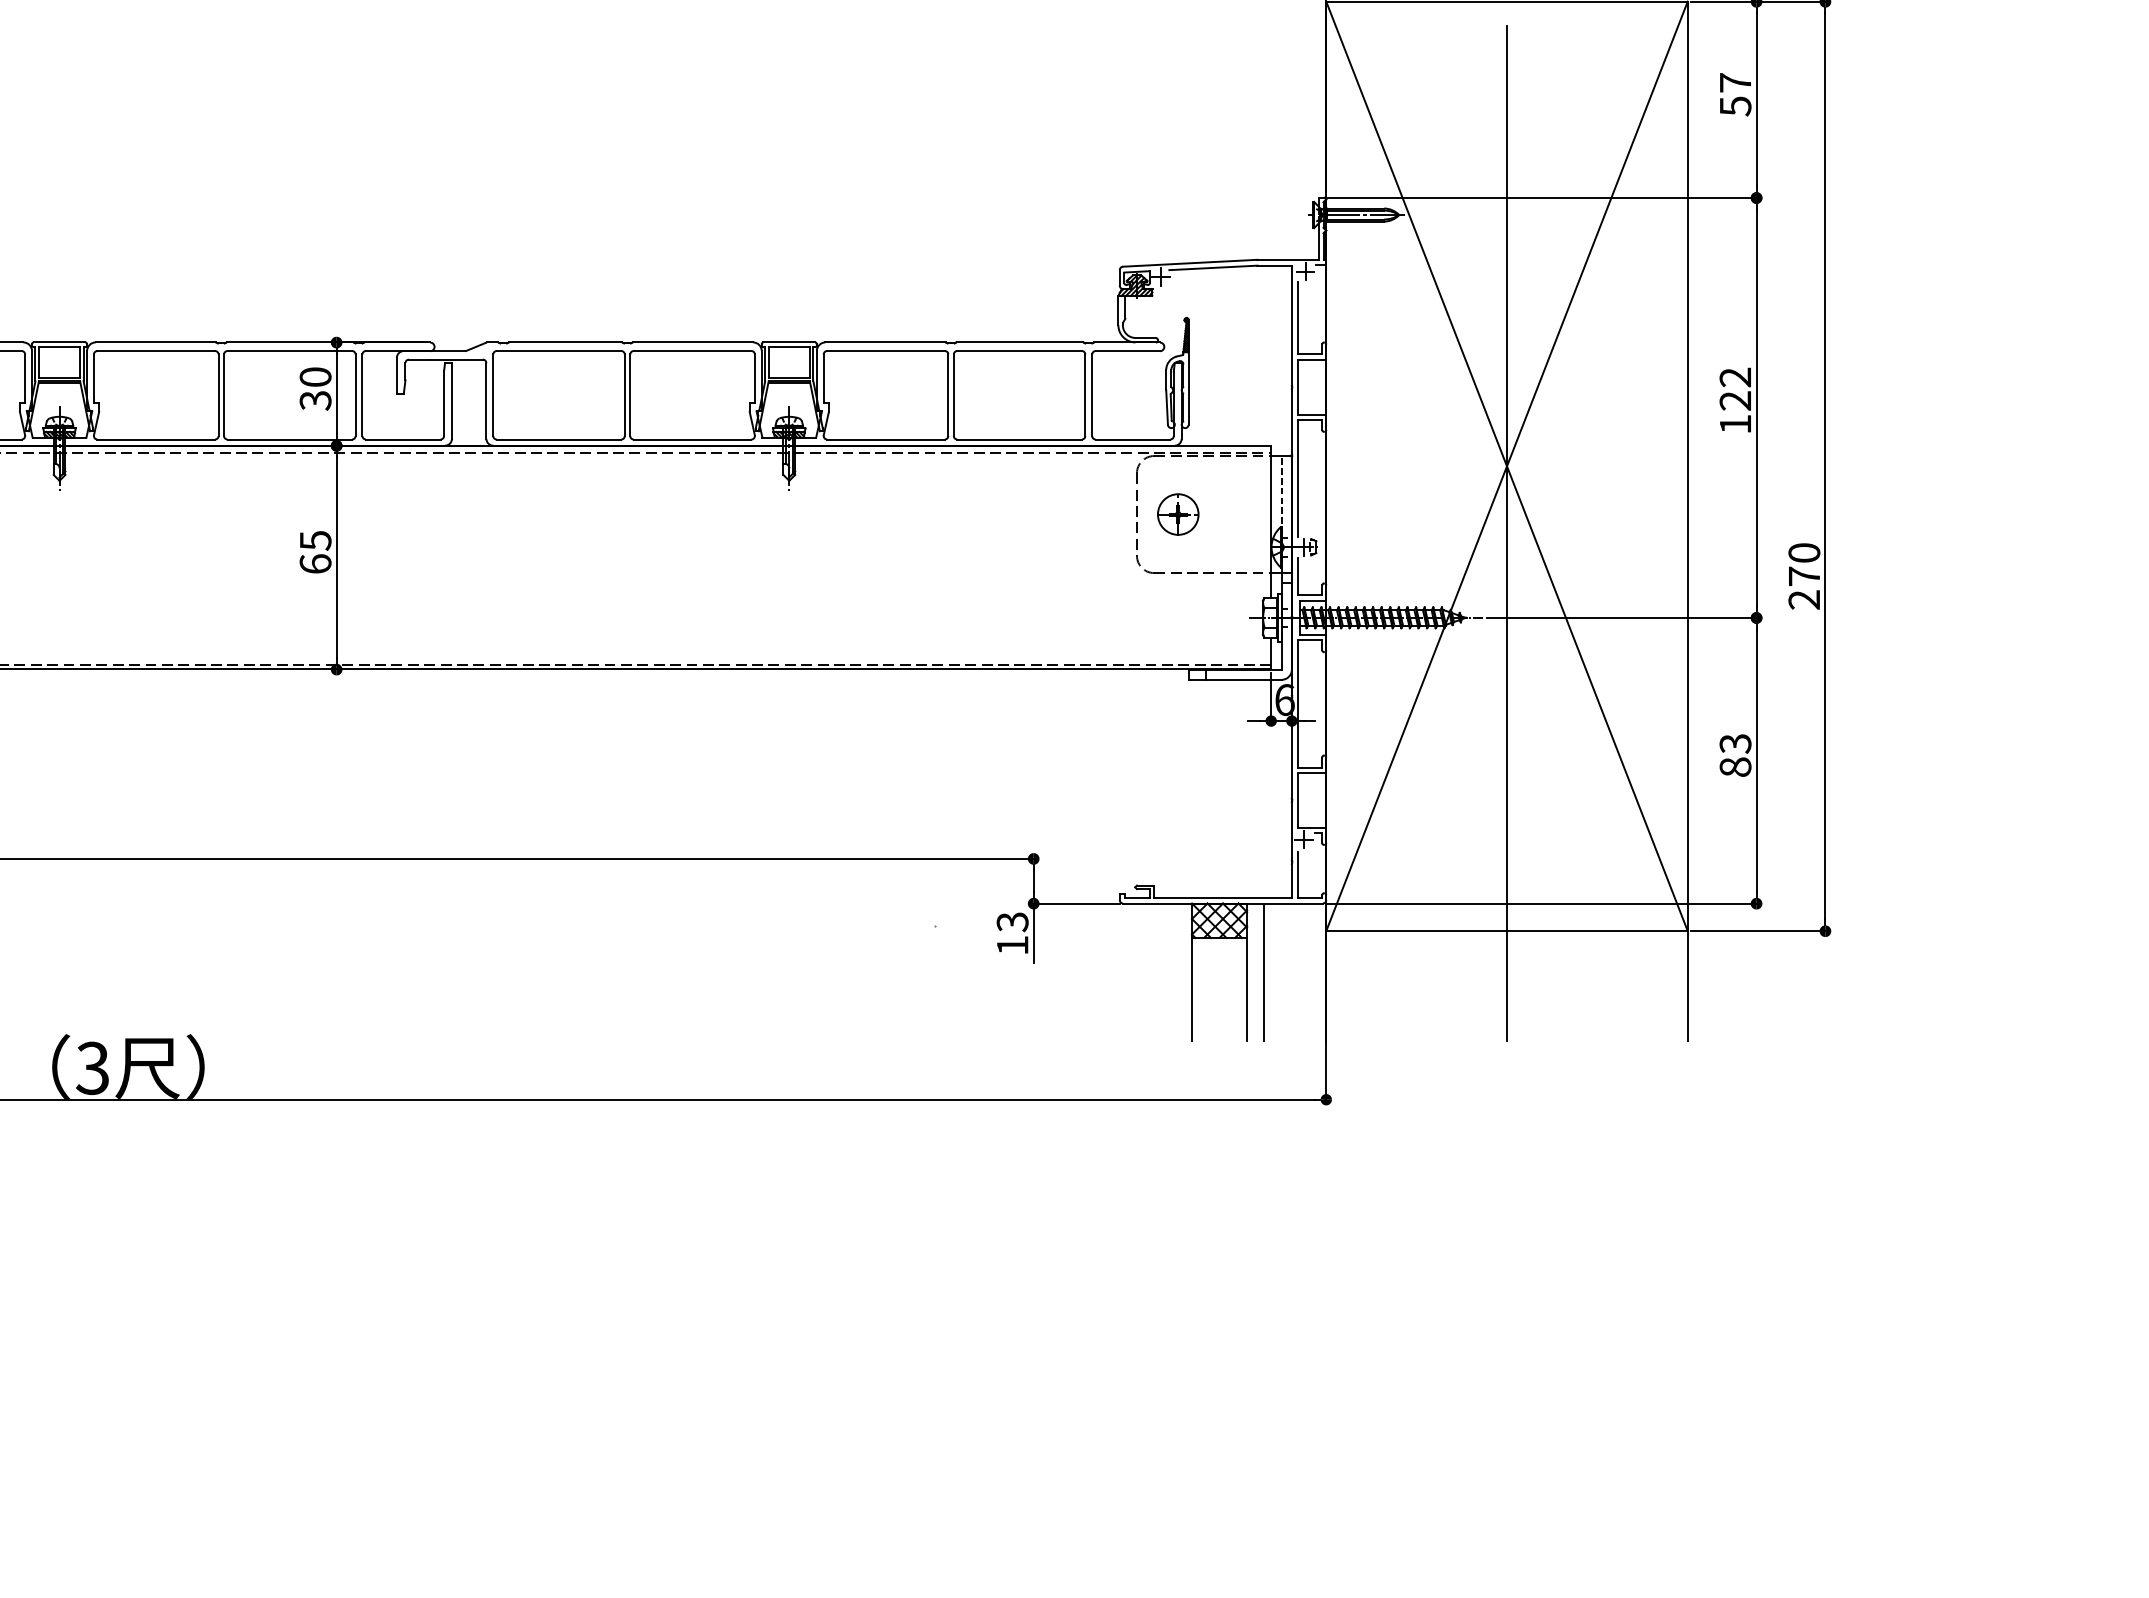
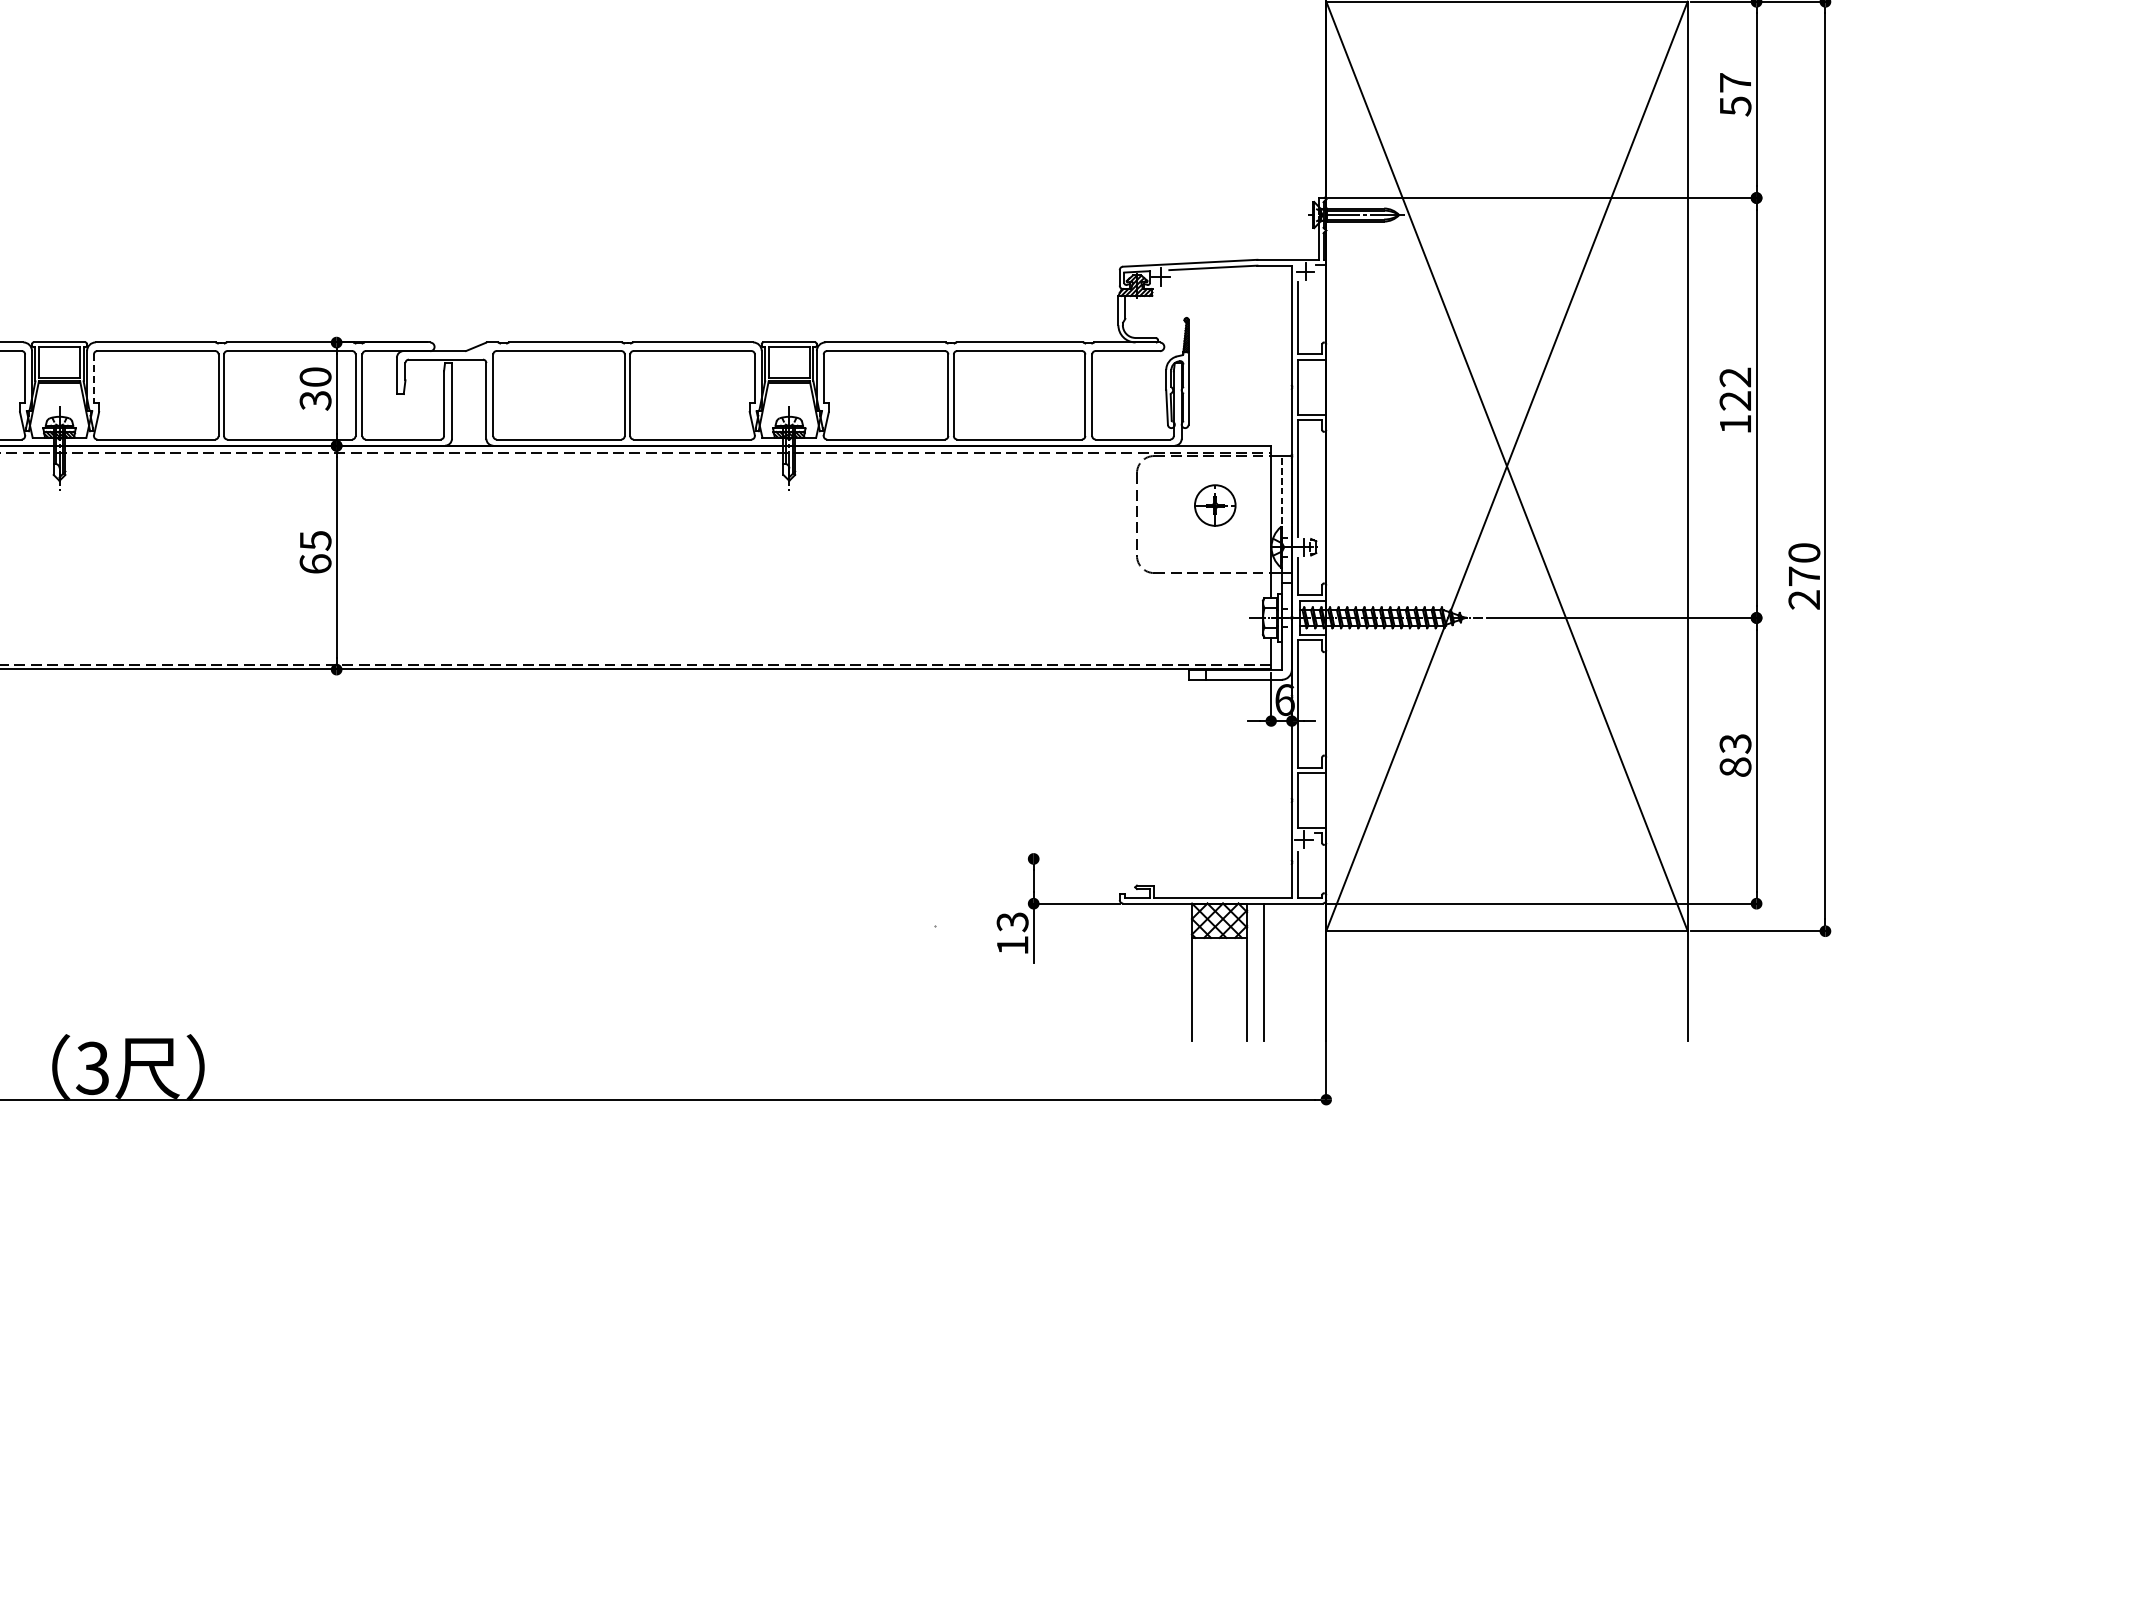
line at (93, 379): solid -> dashed
part at (1178, 514) position: (1178, 514) -> (1215, 505)
line at (1507, 533): present -> none
line at (519, 858): present -> none
